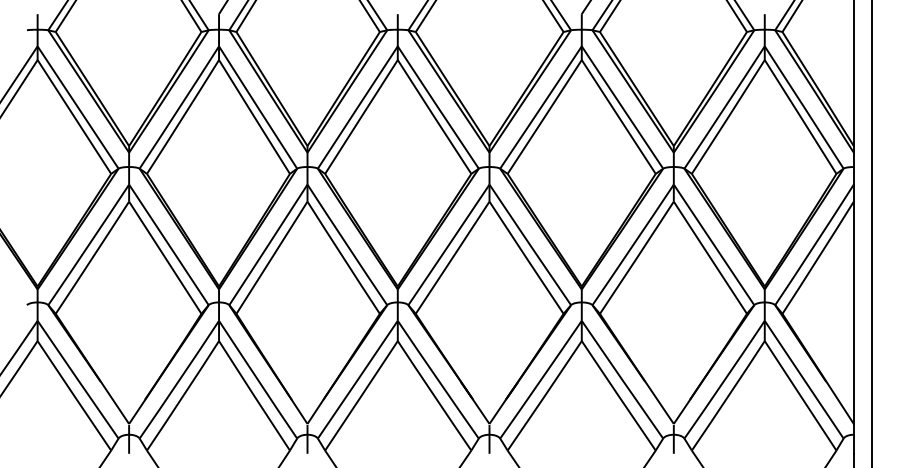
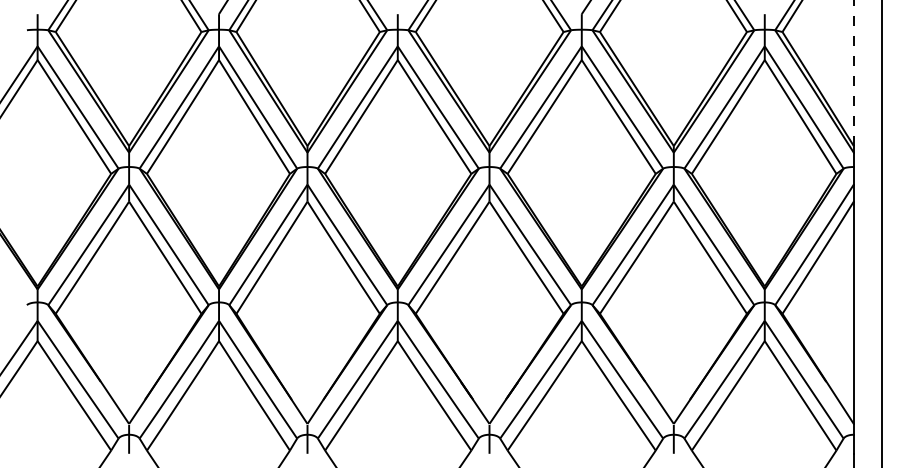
line at (853, 73): solid -> dashed
line at (872, 233) position: (872, 233) -> (882, 233)
